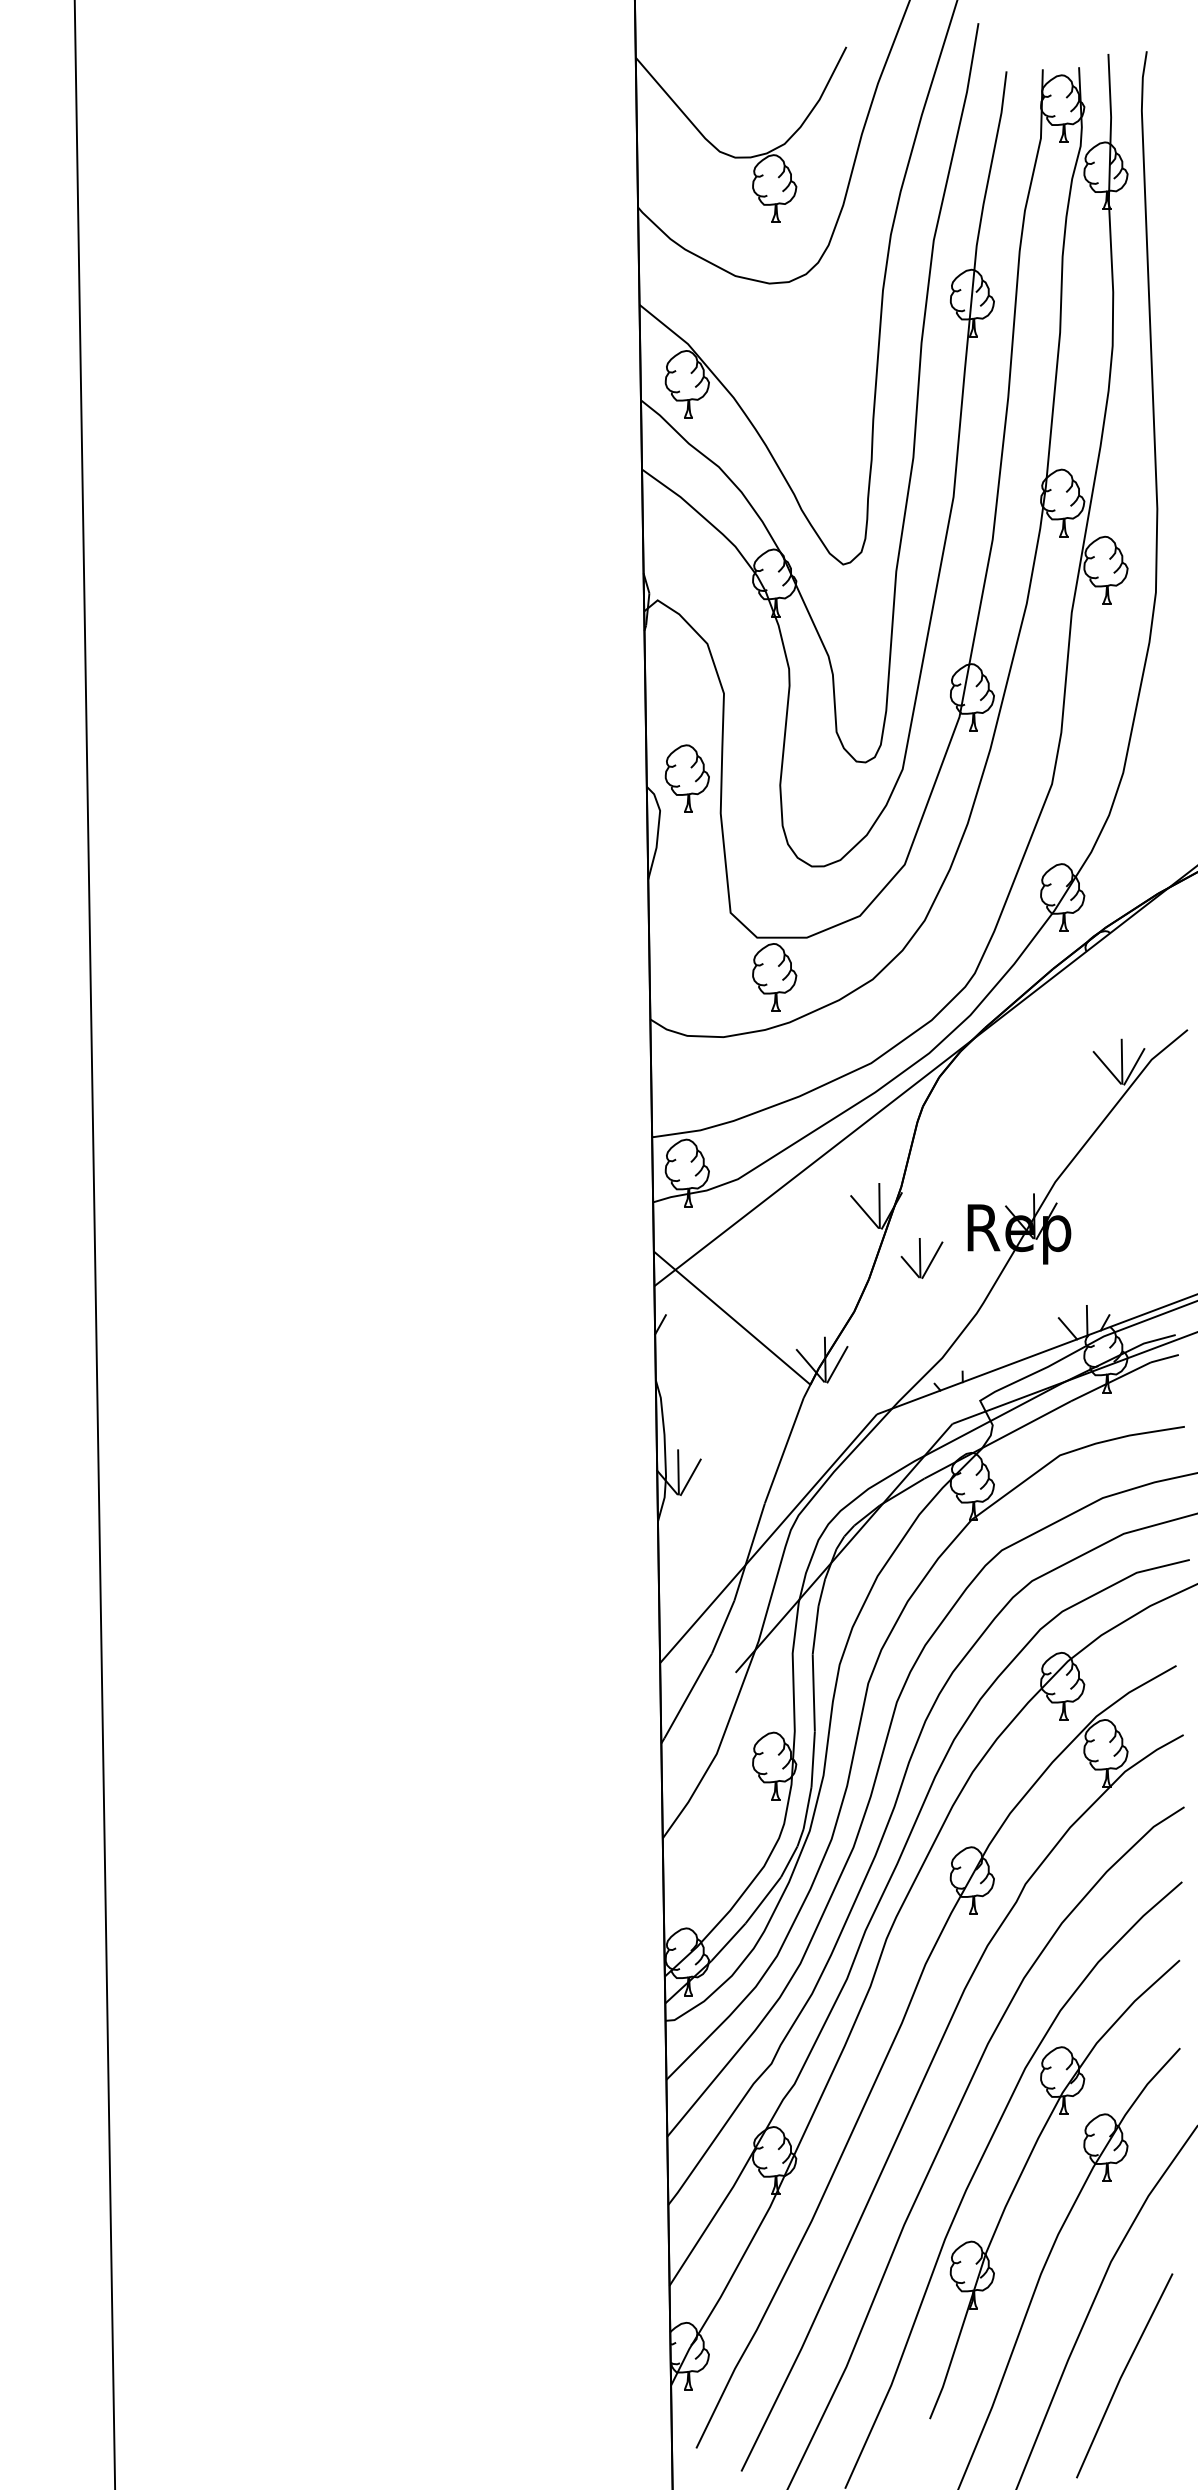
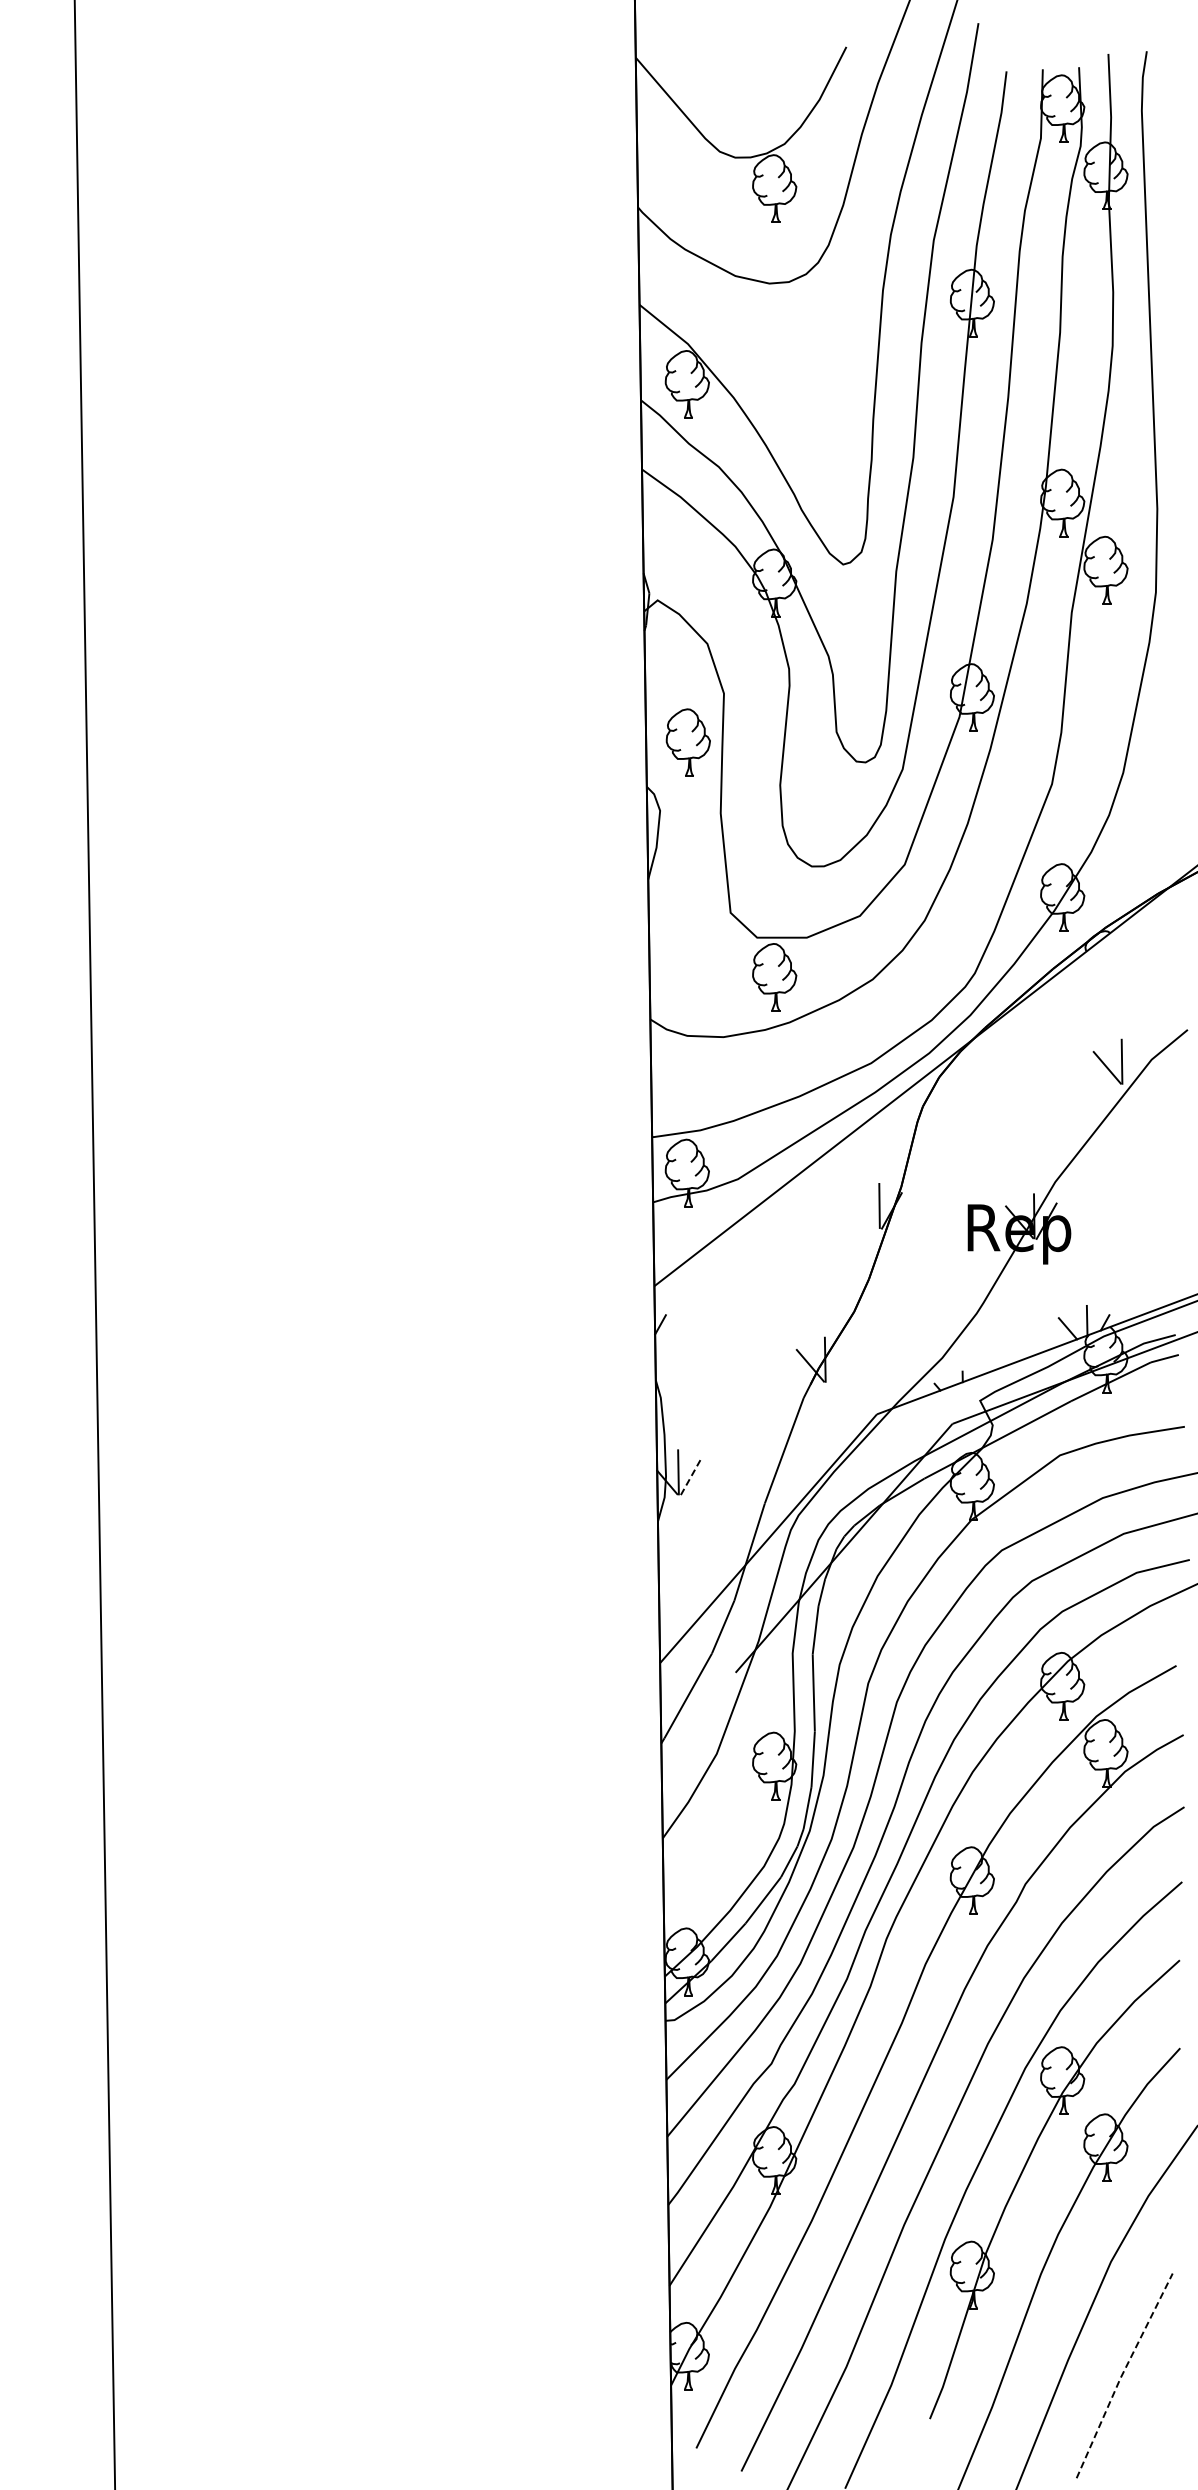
part at (686, 778) position: (686, 778) -> (687, 742)
line at (1134, 1066): present -> none
line at (864, 1211): present -> none
part at (921, 1258): present -> none
line at (731, 1317): present -> none
line at (837, 1364): present -> none
line at (691, 1476): solid -> dashed
line at (1122, 2374): solid -> dashed
